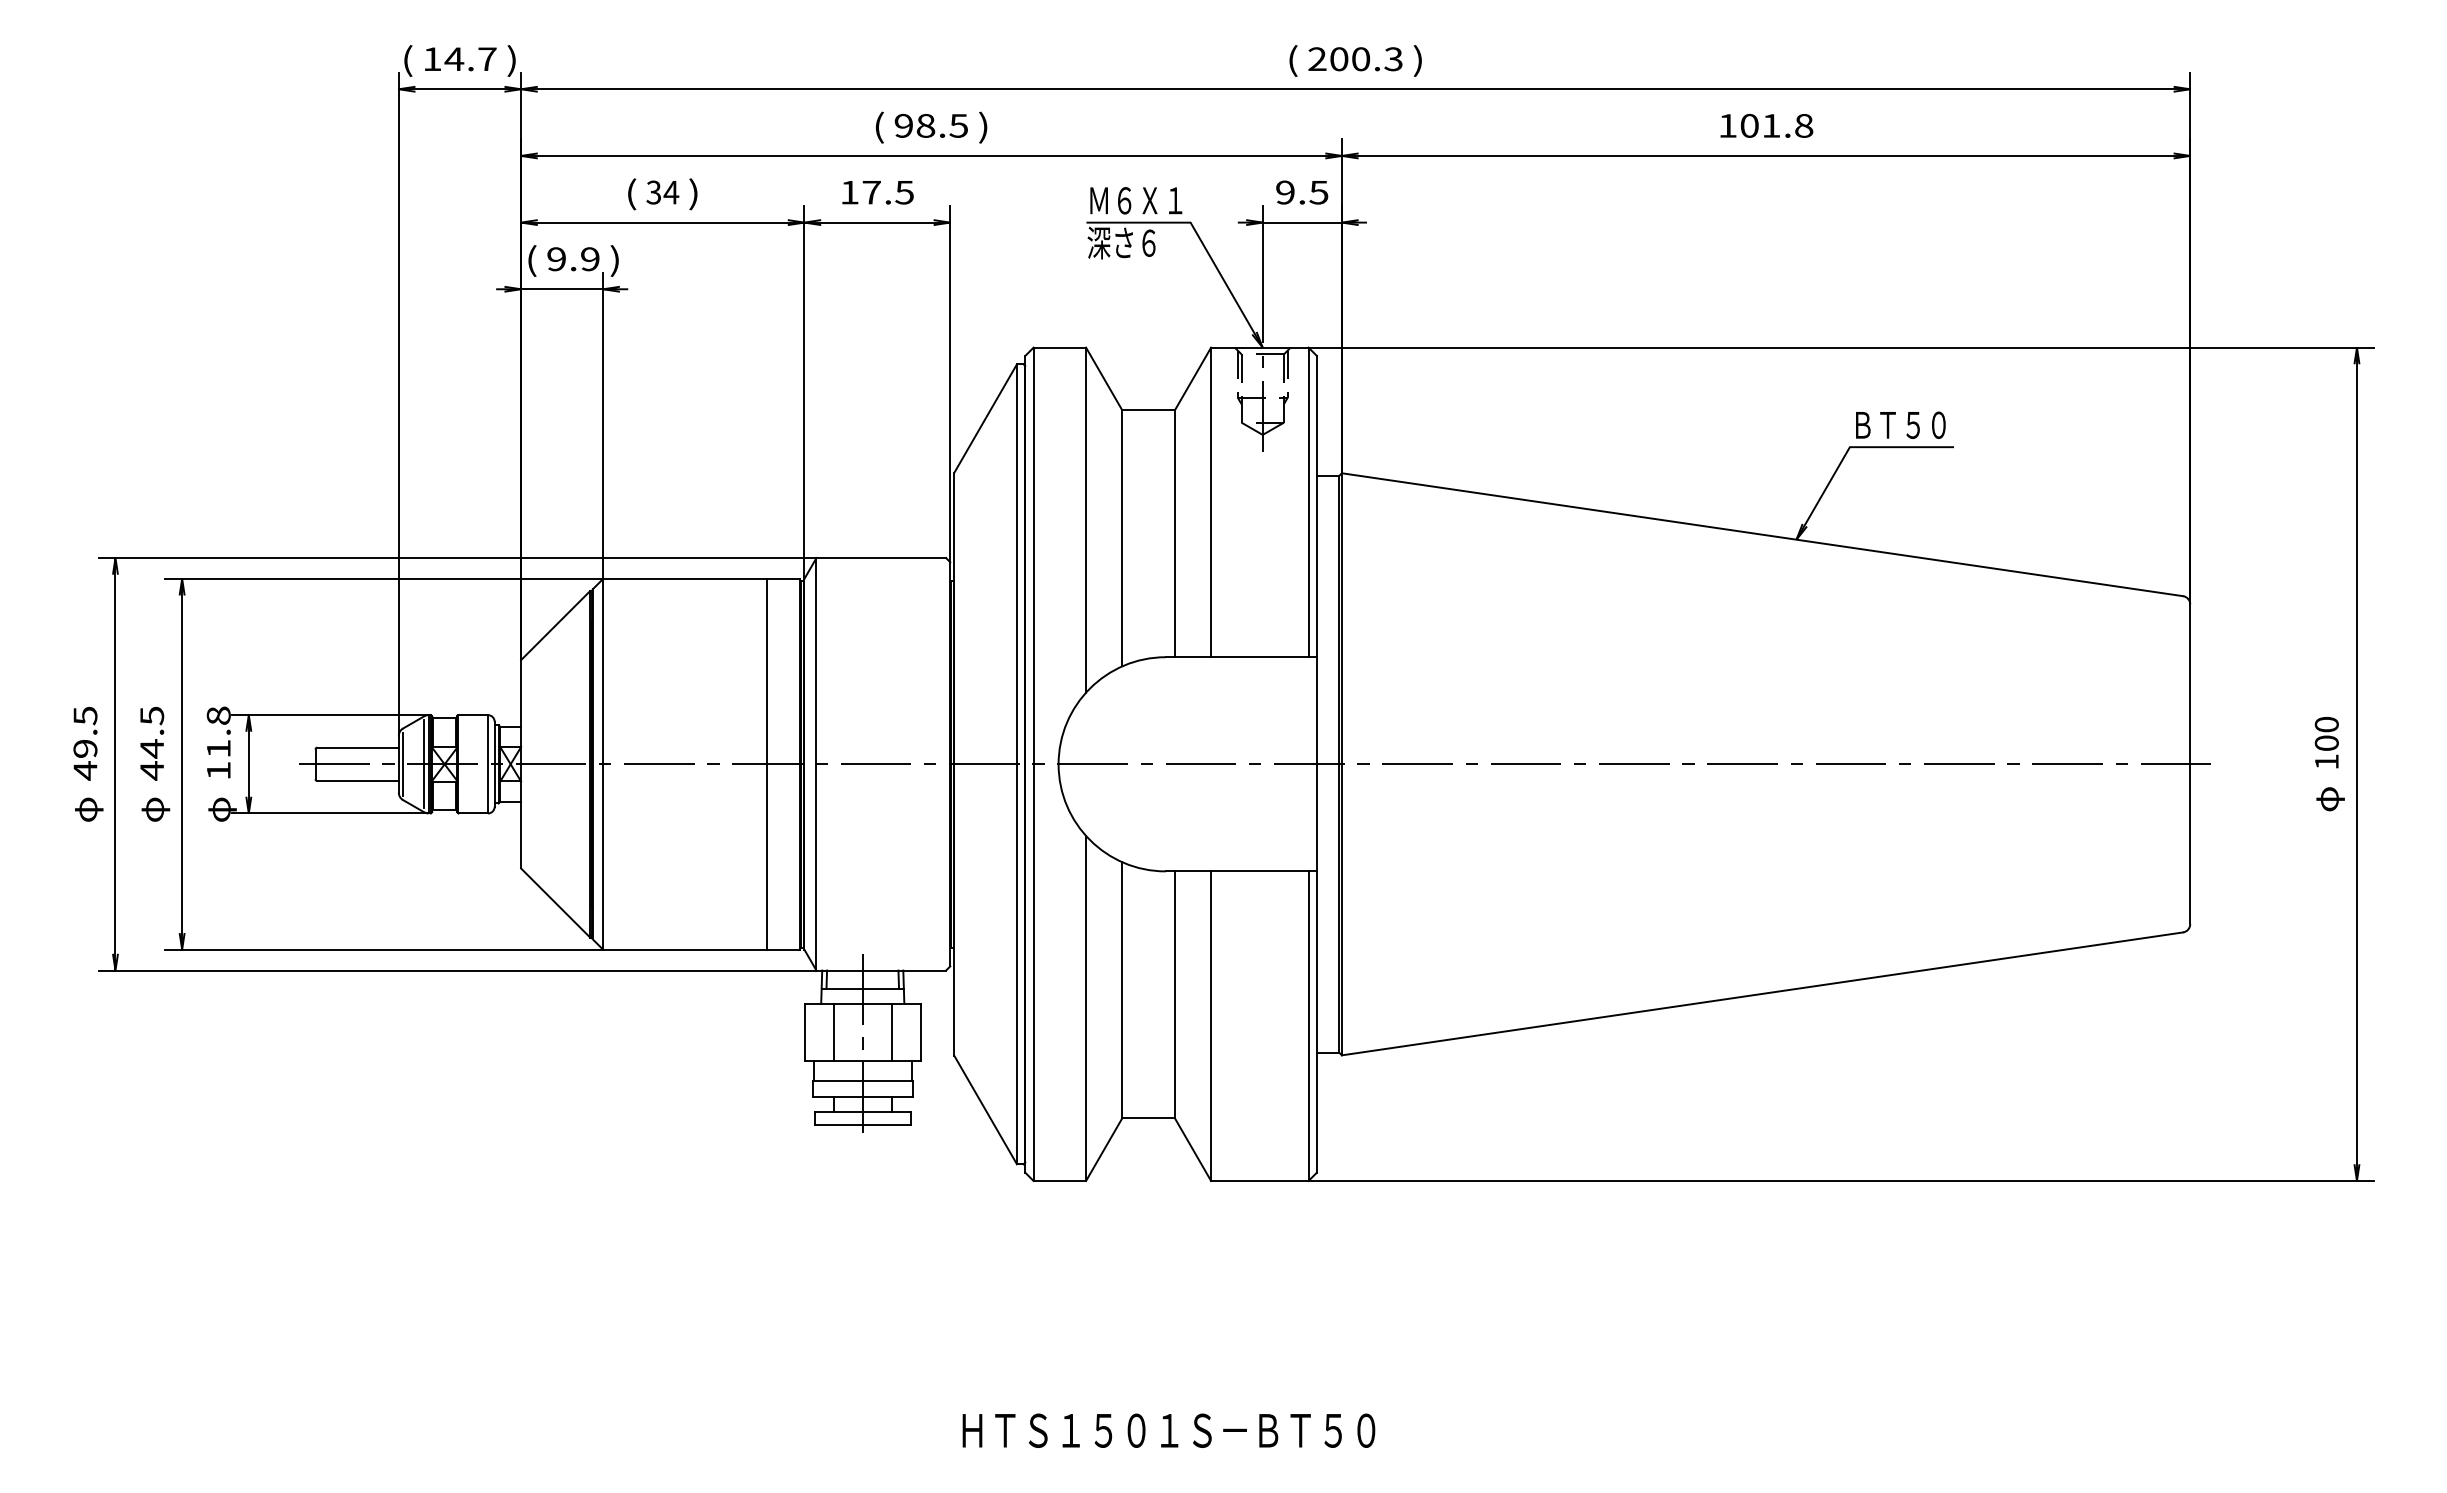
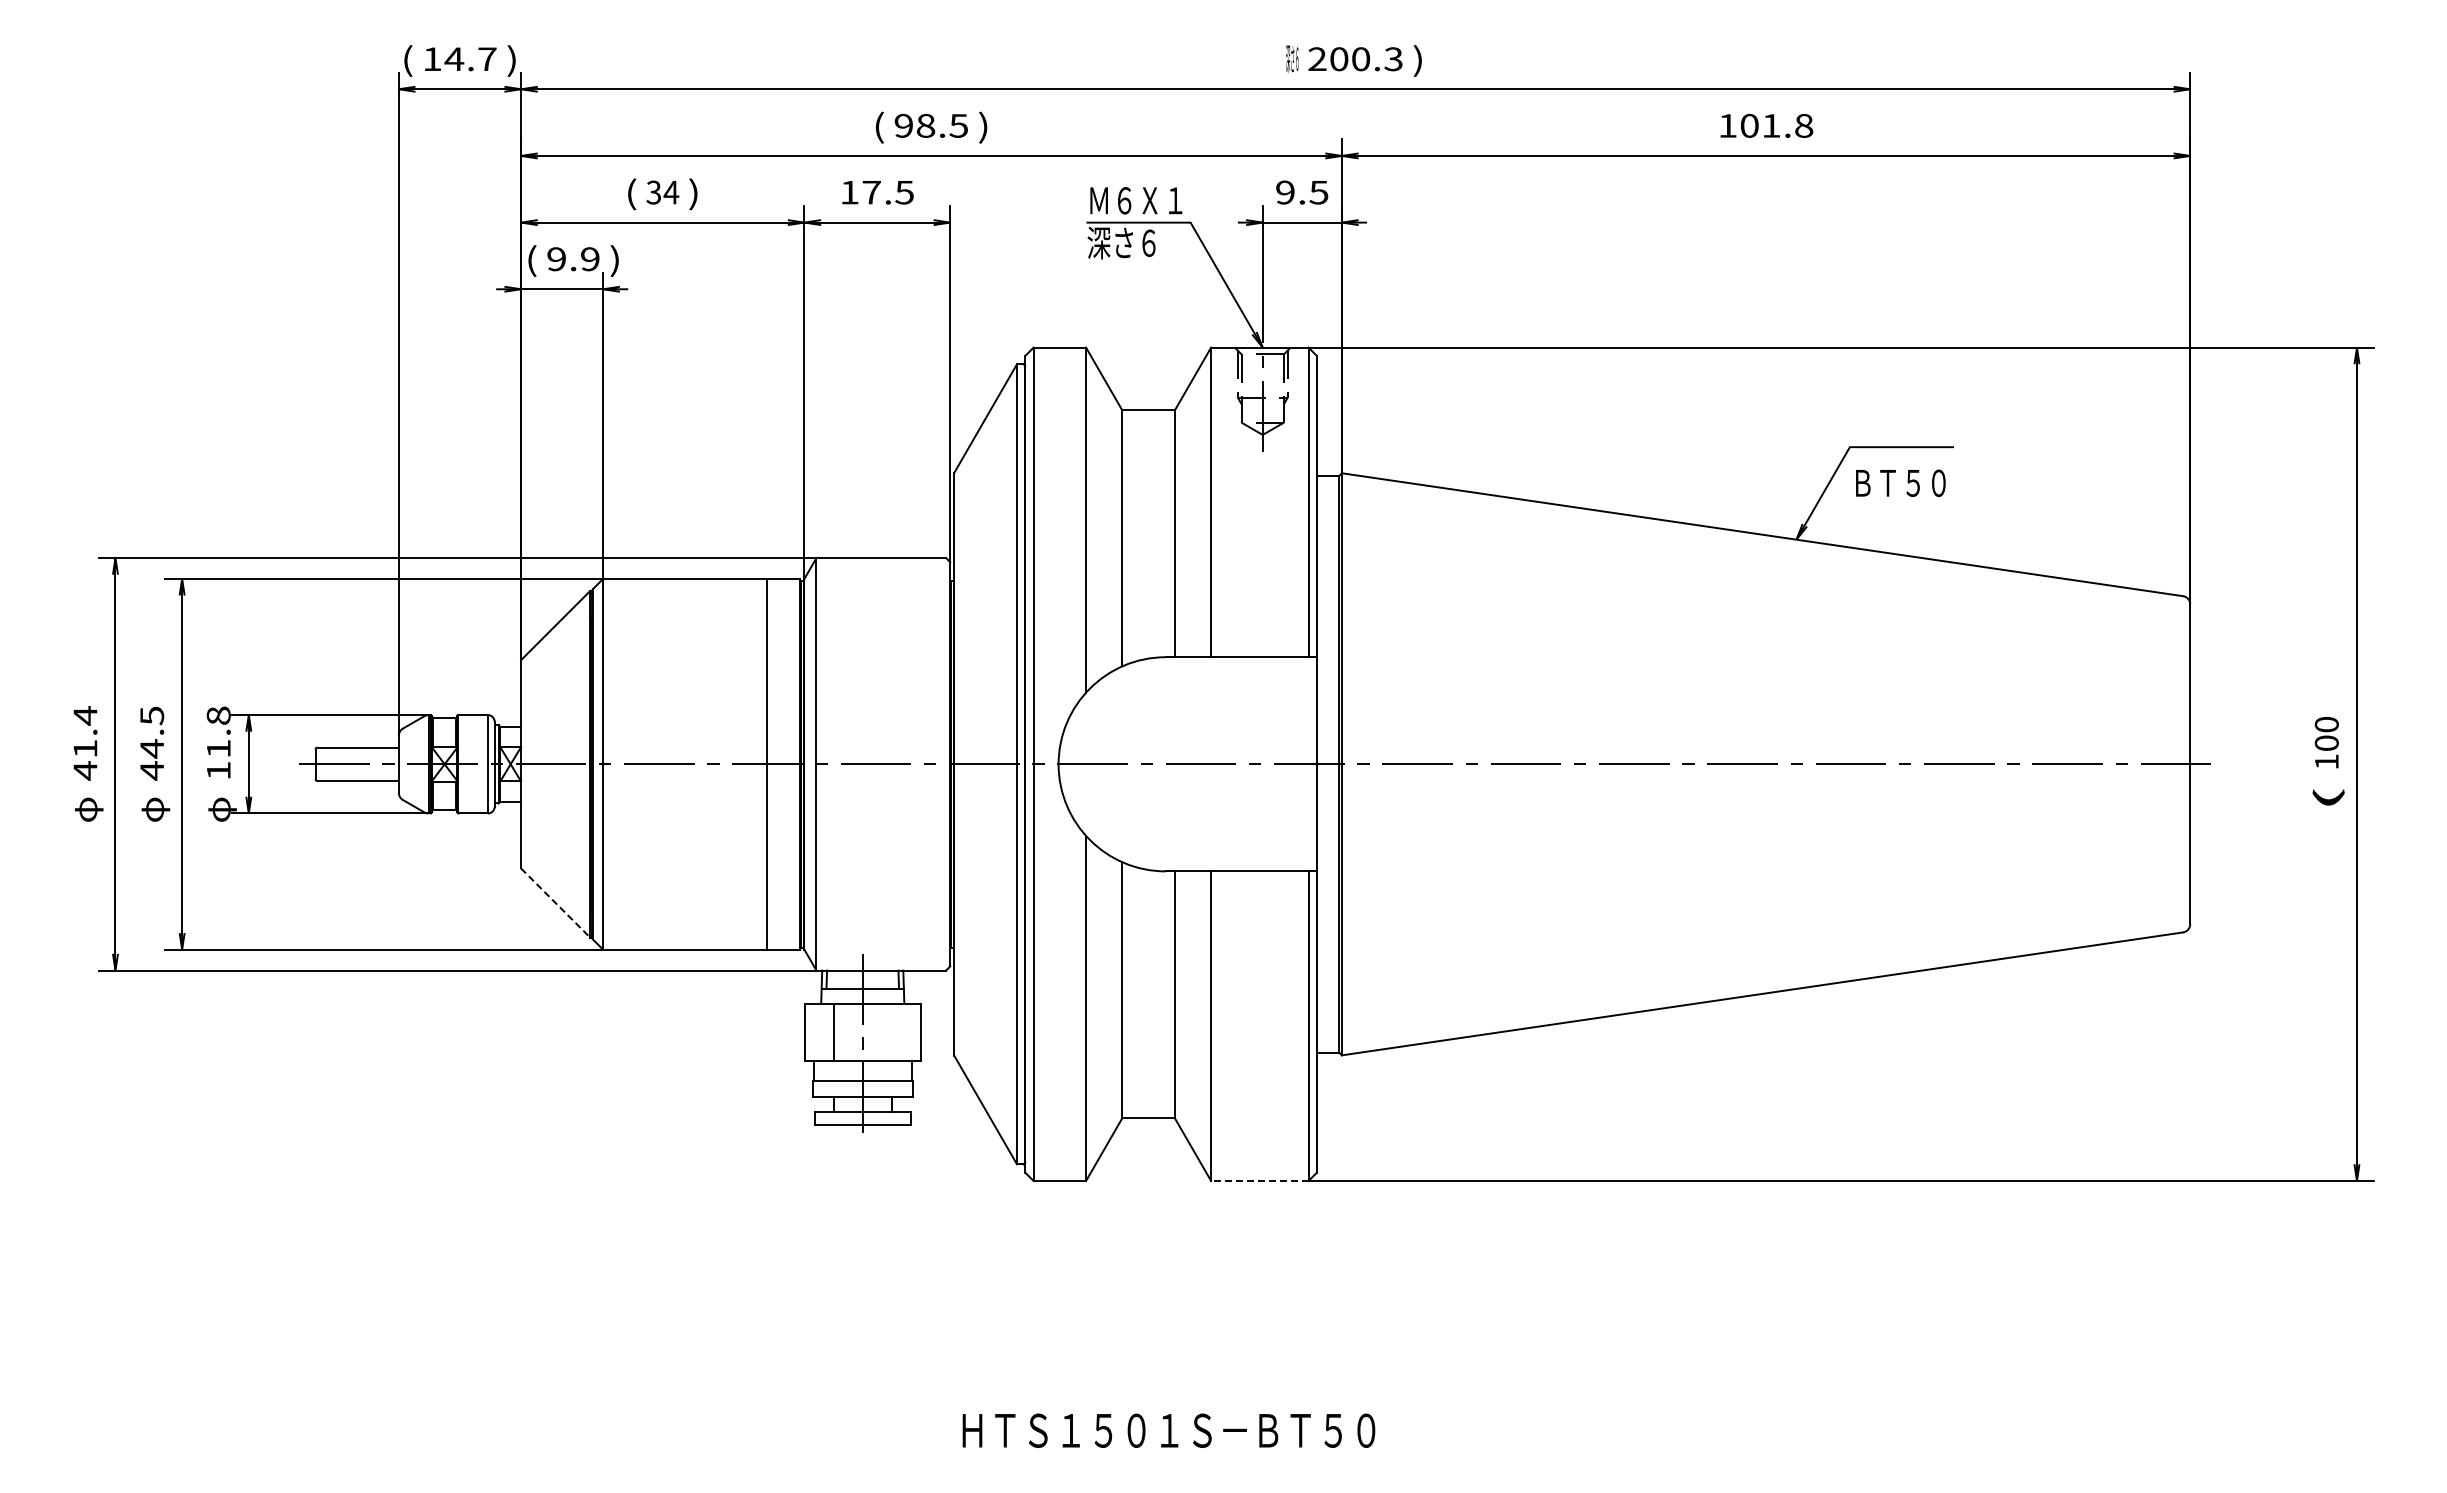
text at (1292, 60): ( -> 深さ６
text at (1900, 424) position: (1900, 424) -> (1900, 482)
text at (85, 731): 49.5 -> 41.4
line at (403, 763): present -> none
line at (424, 764): present -> none
text at (2328, 799): φ -> (
line at (555, 903): solid -> dashed
line at (891, 1031): present -> none
line at (1259, 1180): solid -> dashed
